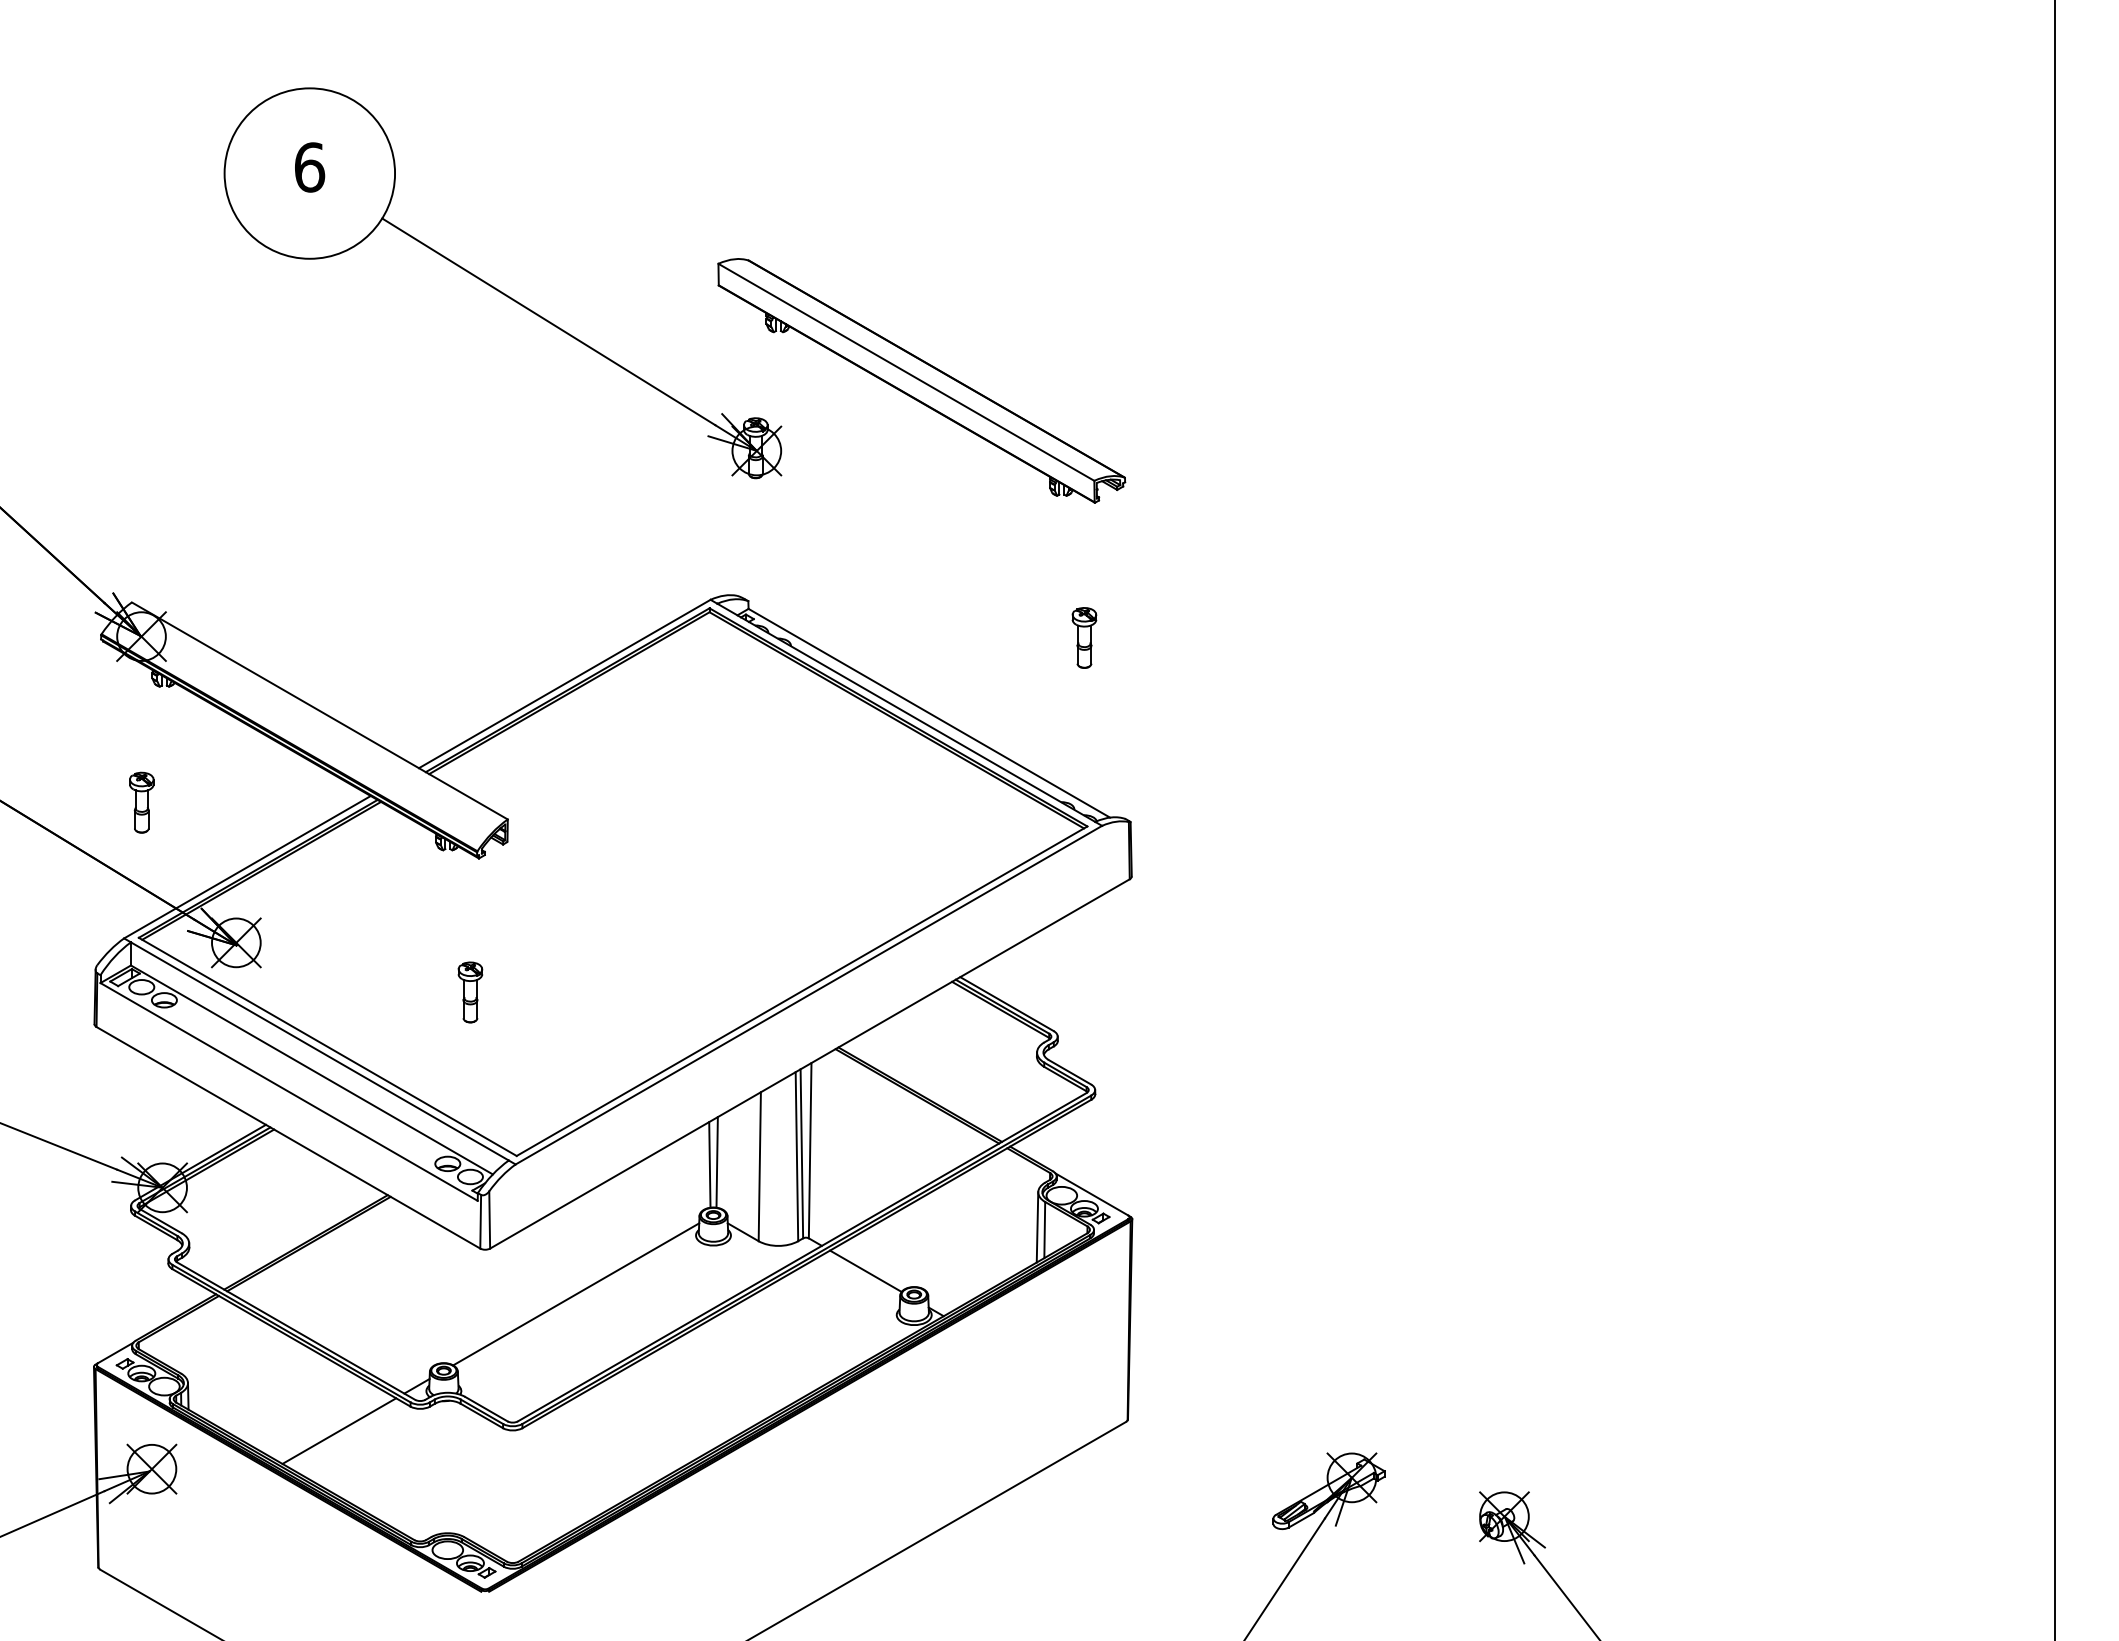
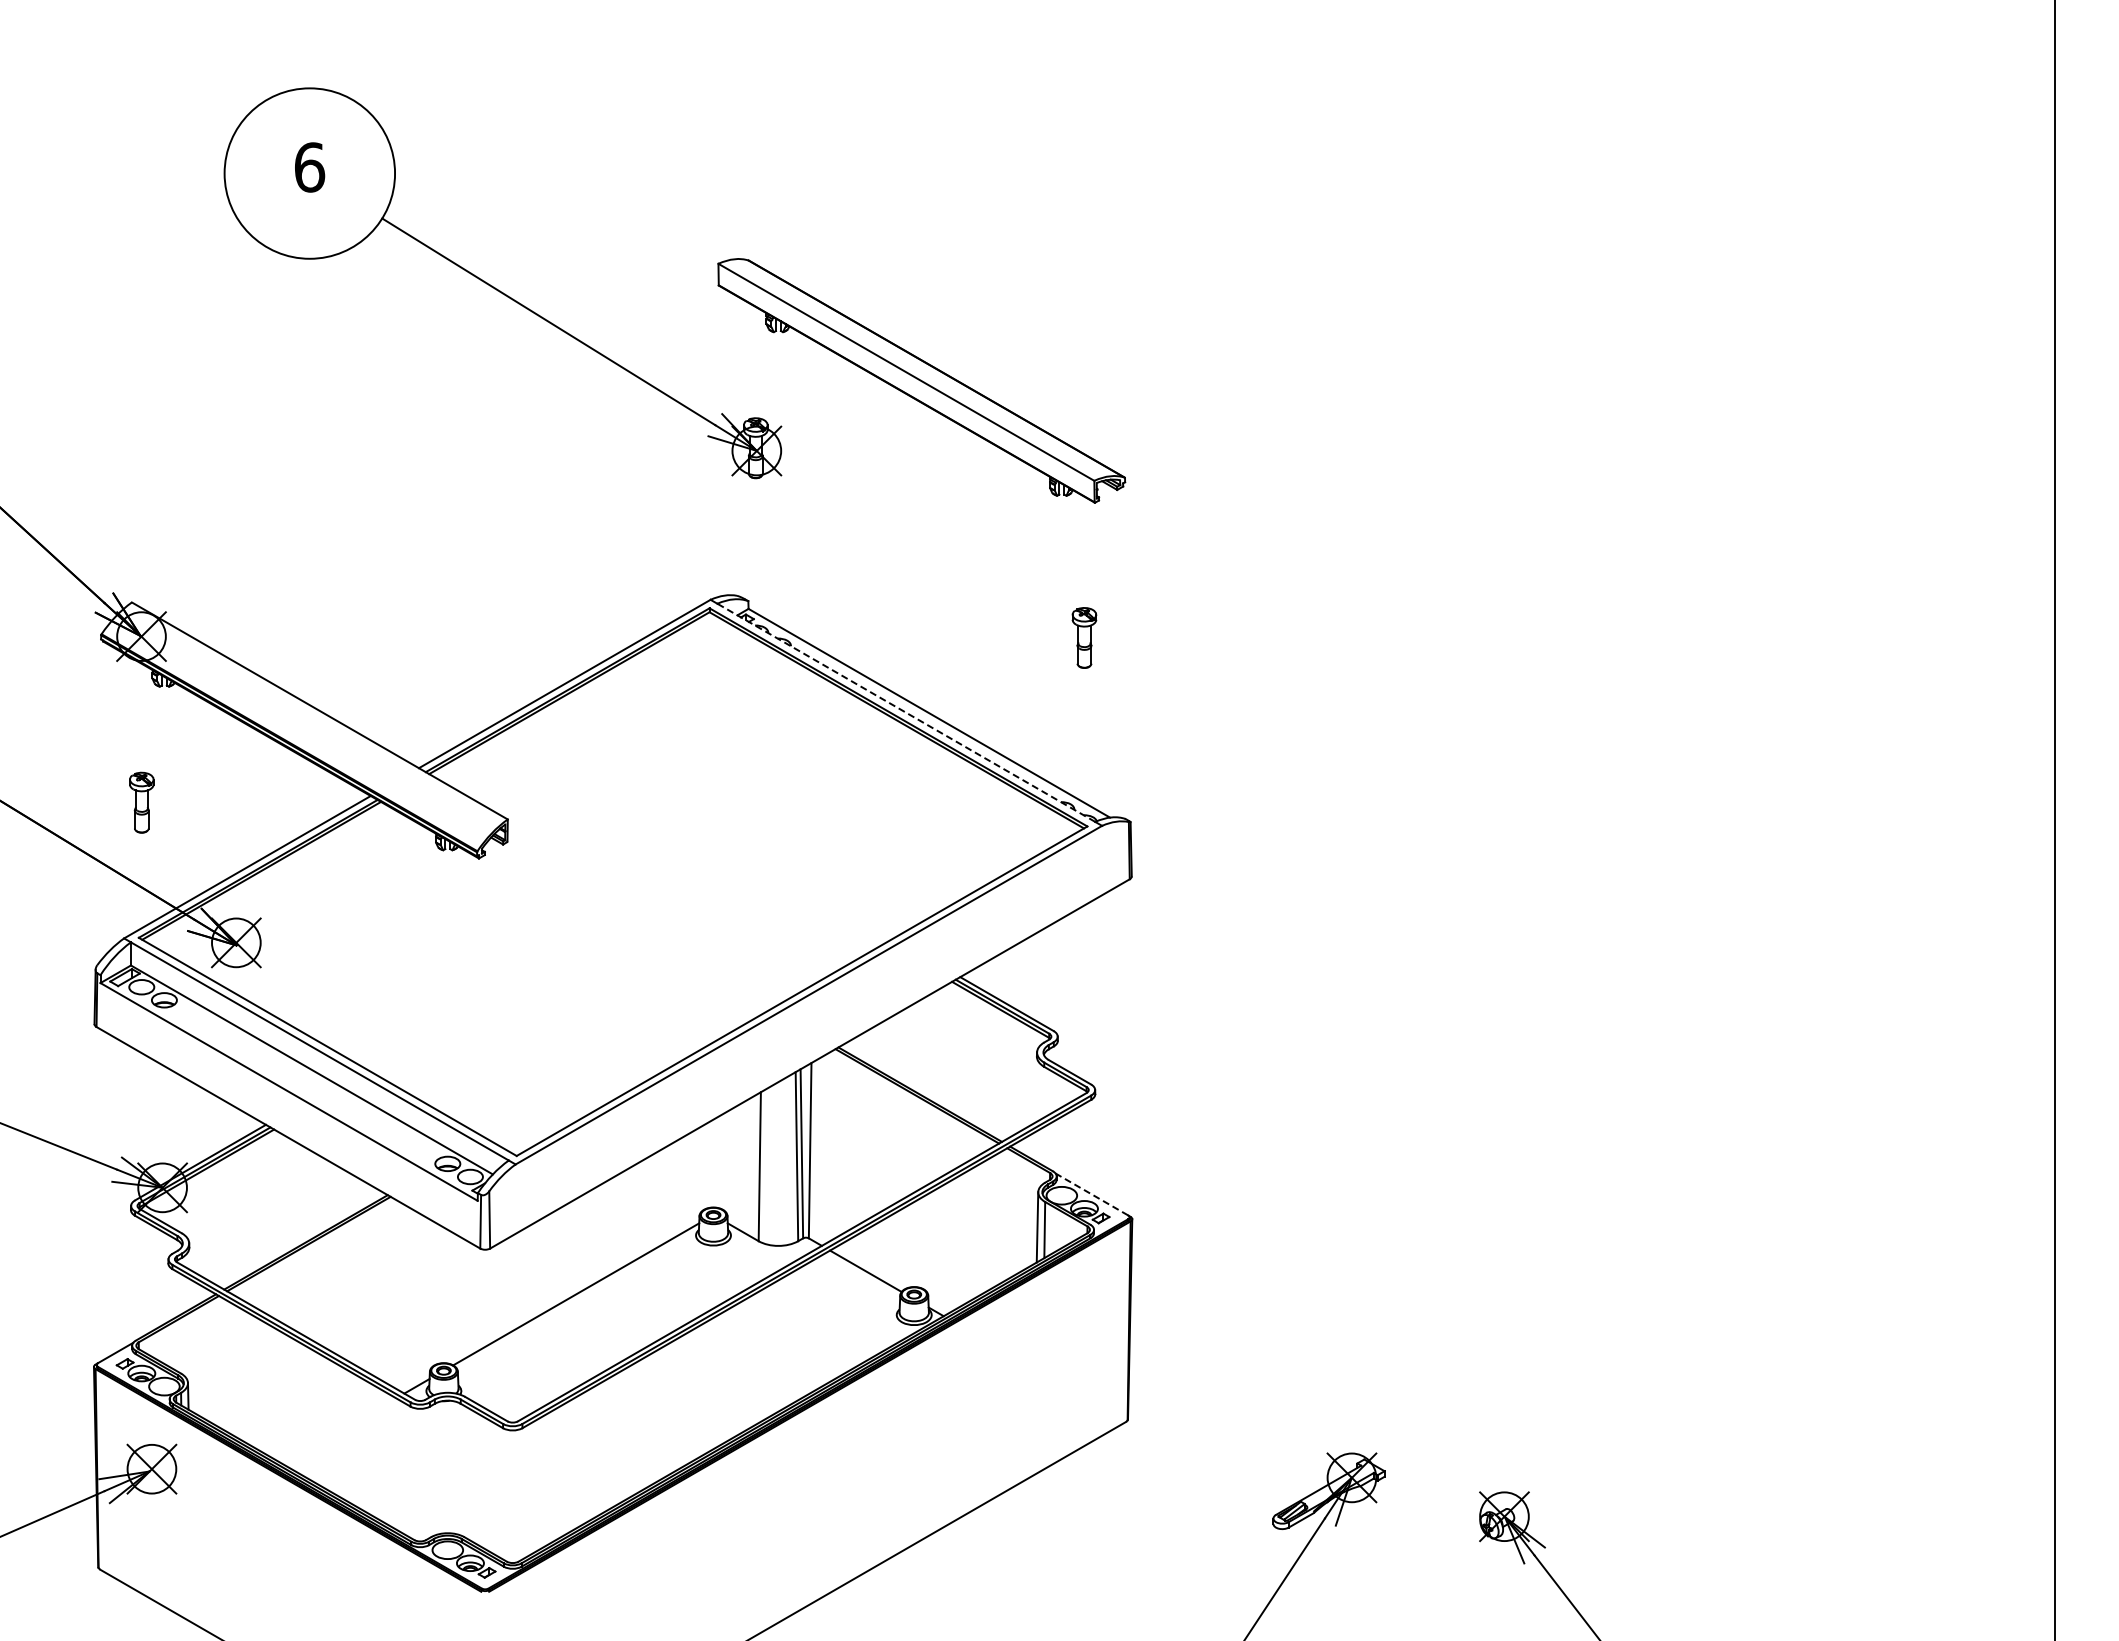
line at (905, 712): solid -> dashed
part at (470, 992): present -> none
line at (716, 1162): present -> none
line at (709, 1164): present -> none
line at (1091, 1194): solid -> dashed
line at (339, 1430): present -> none
